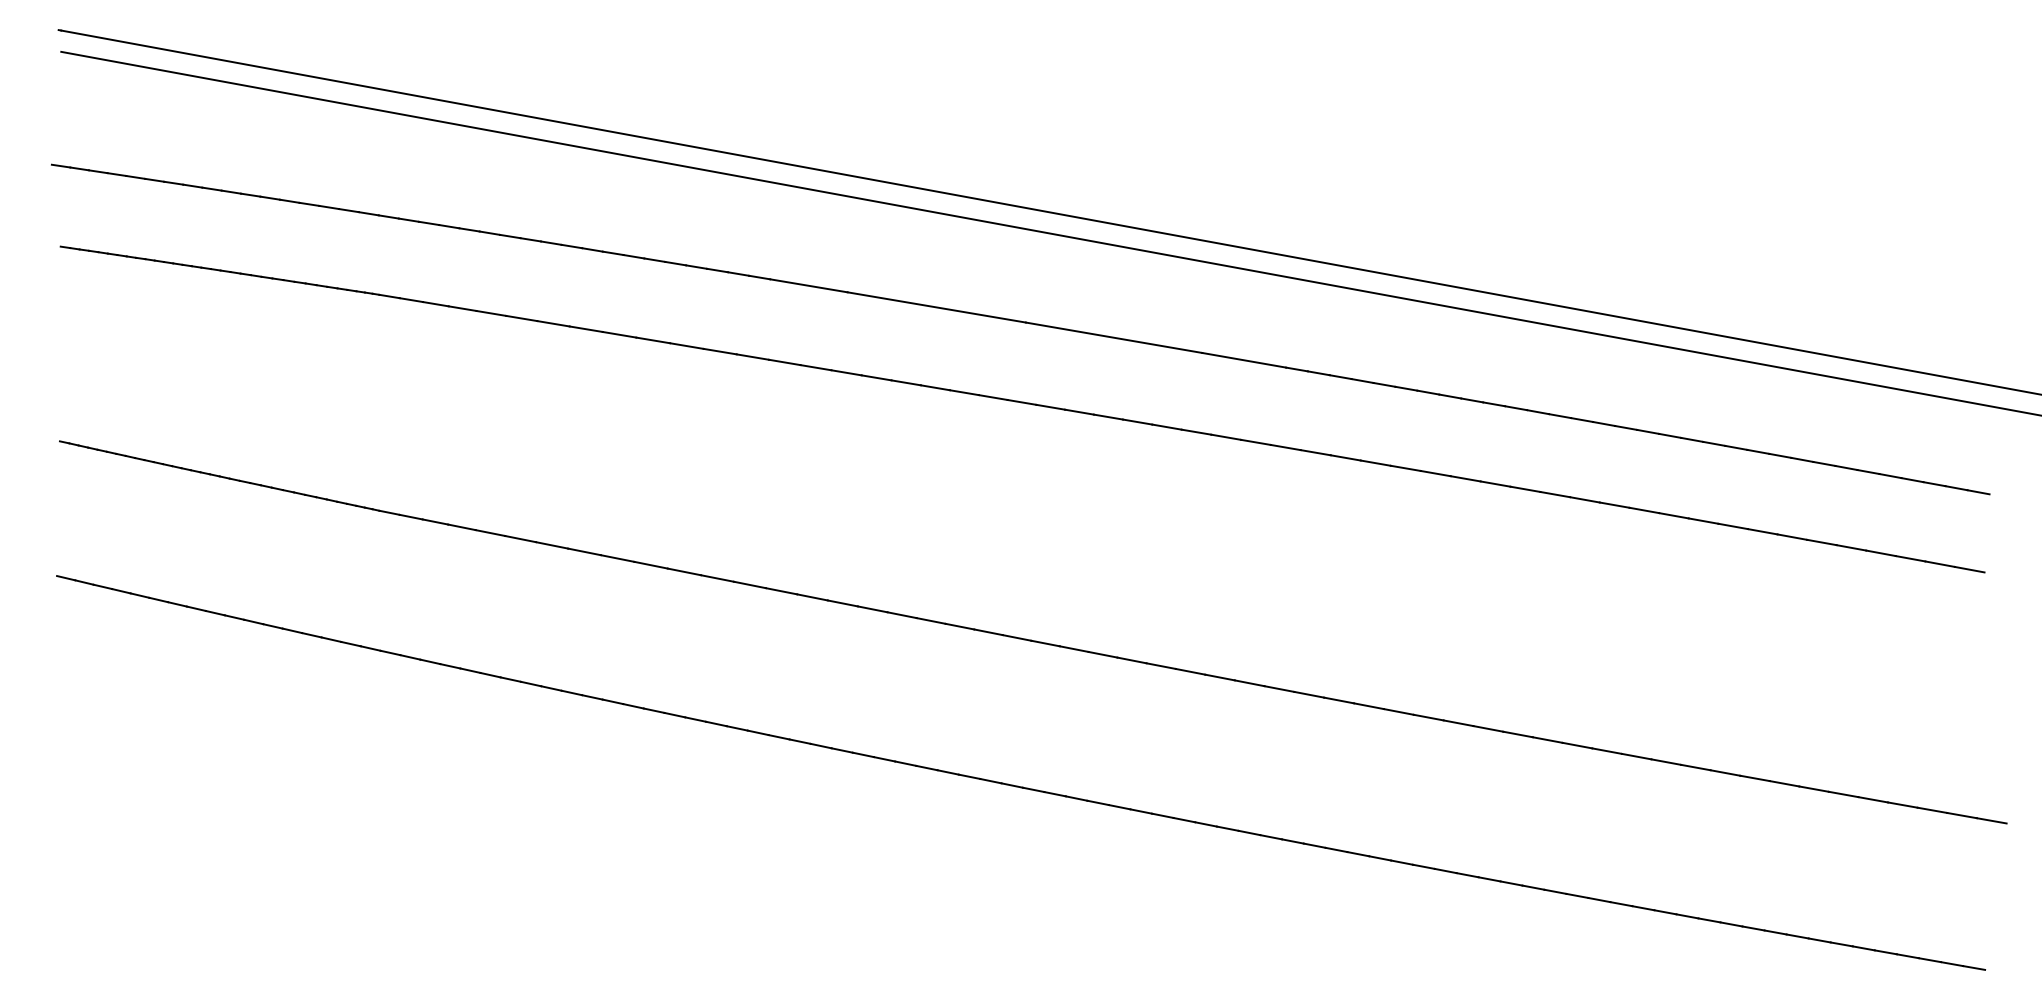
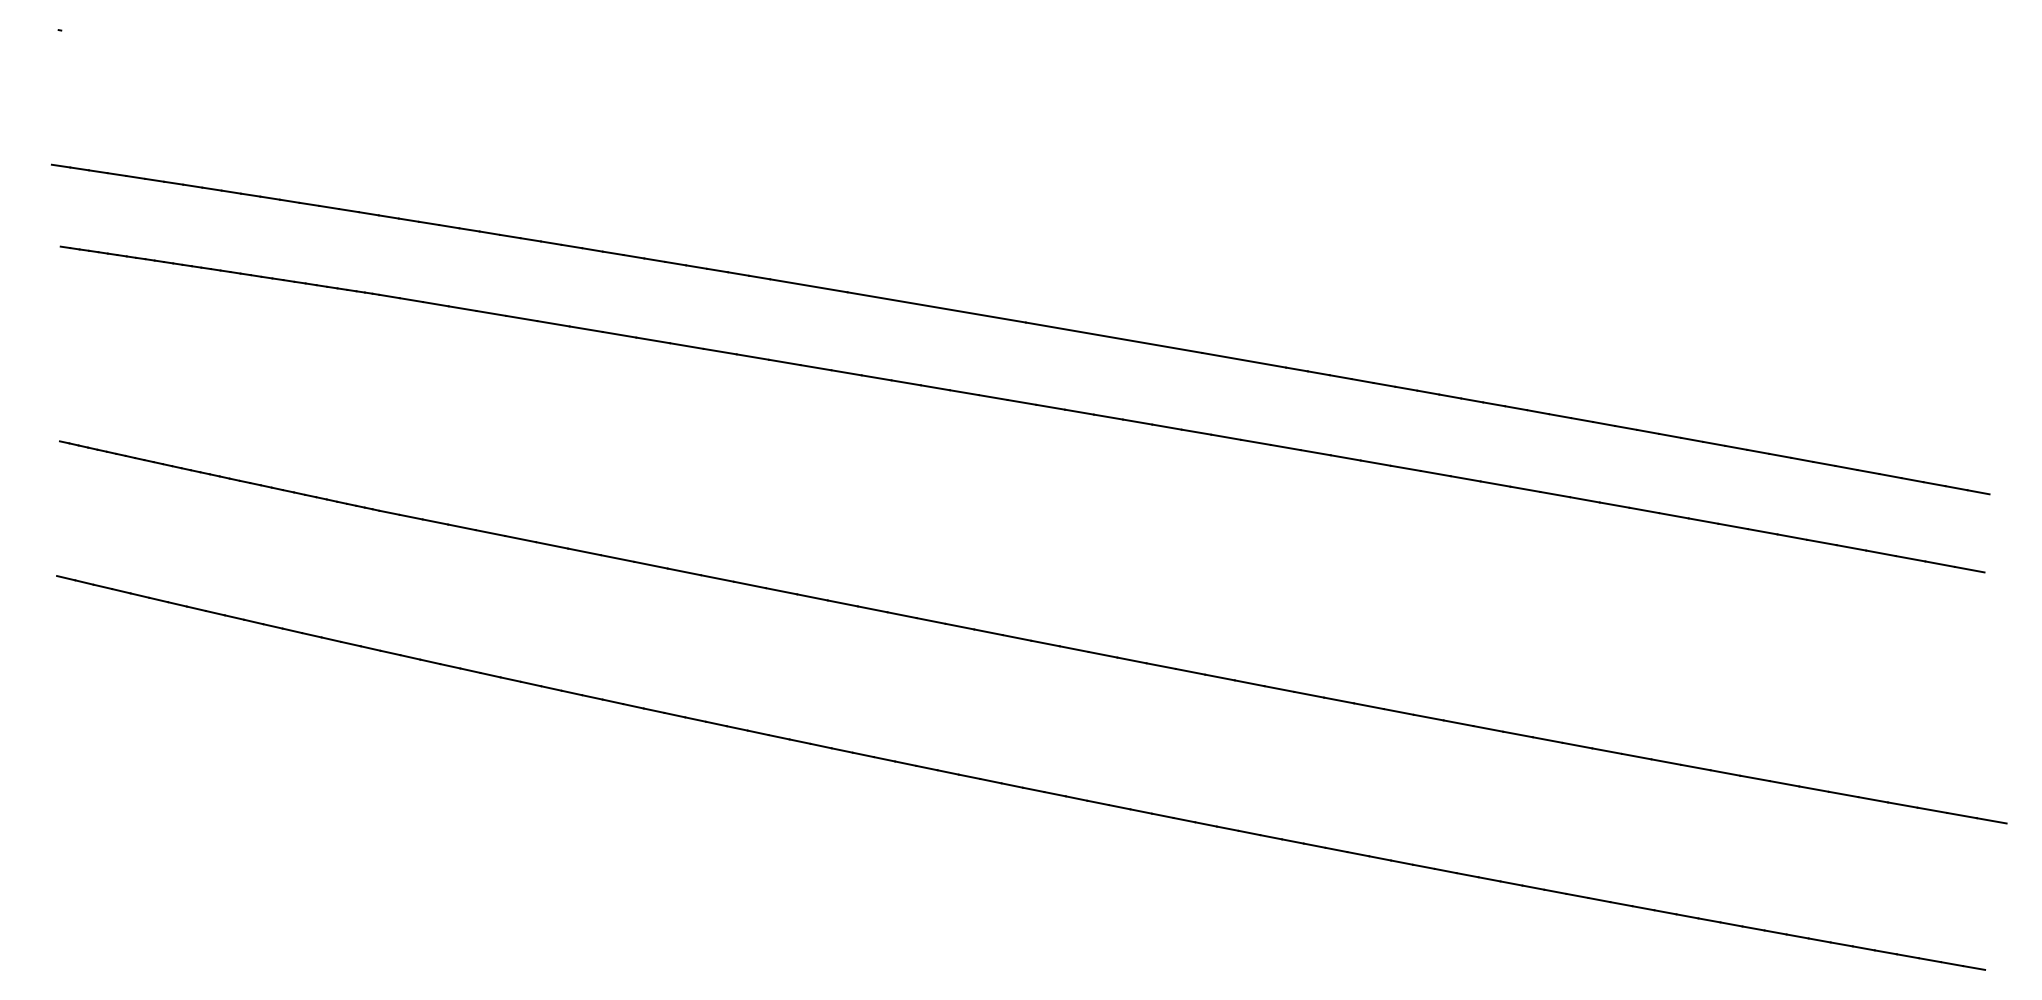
line at (1049, 212): present -> none
line at (1049, 233): present -> none
